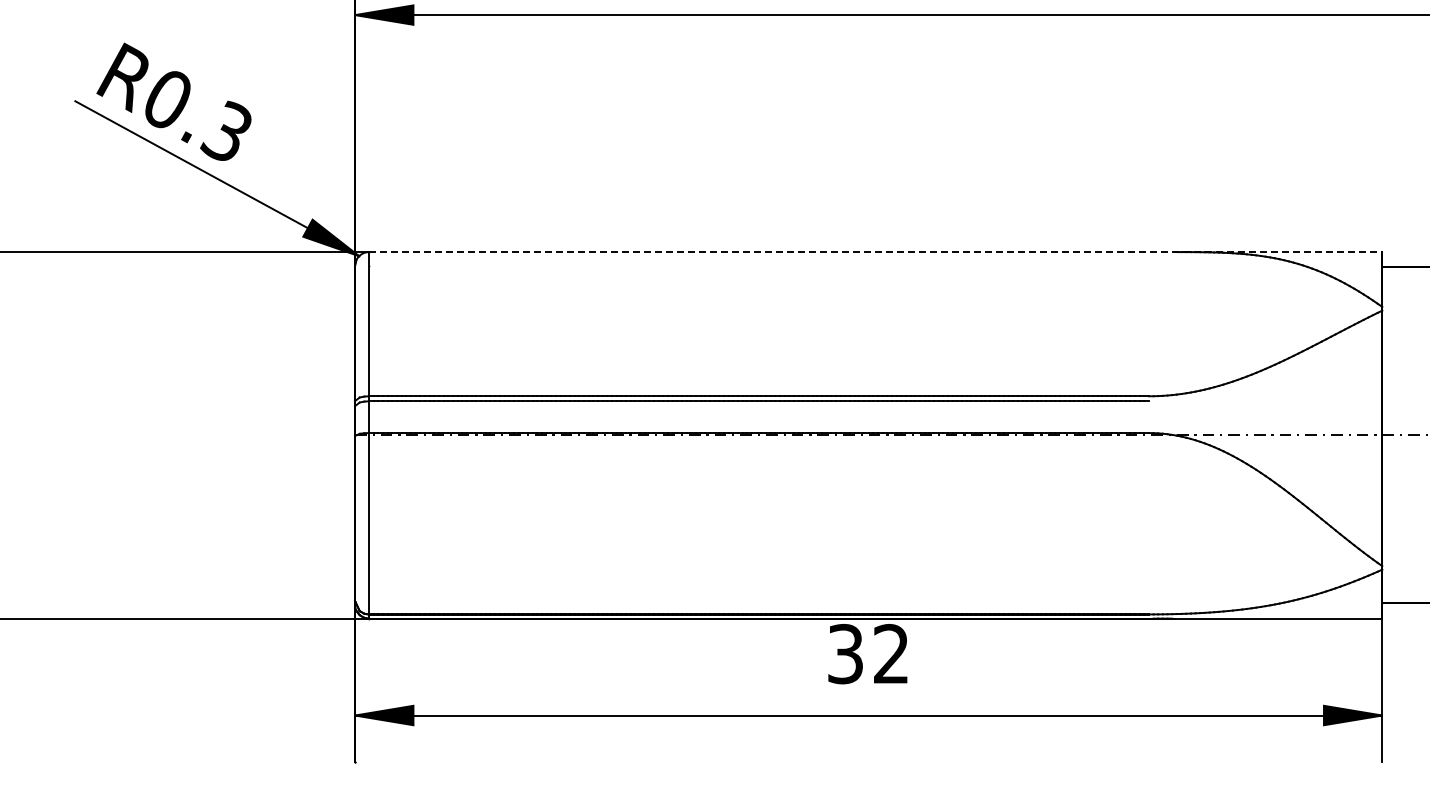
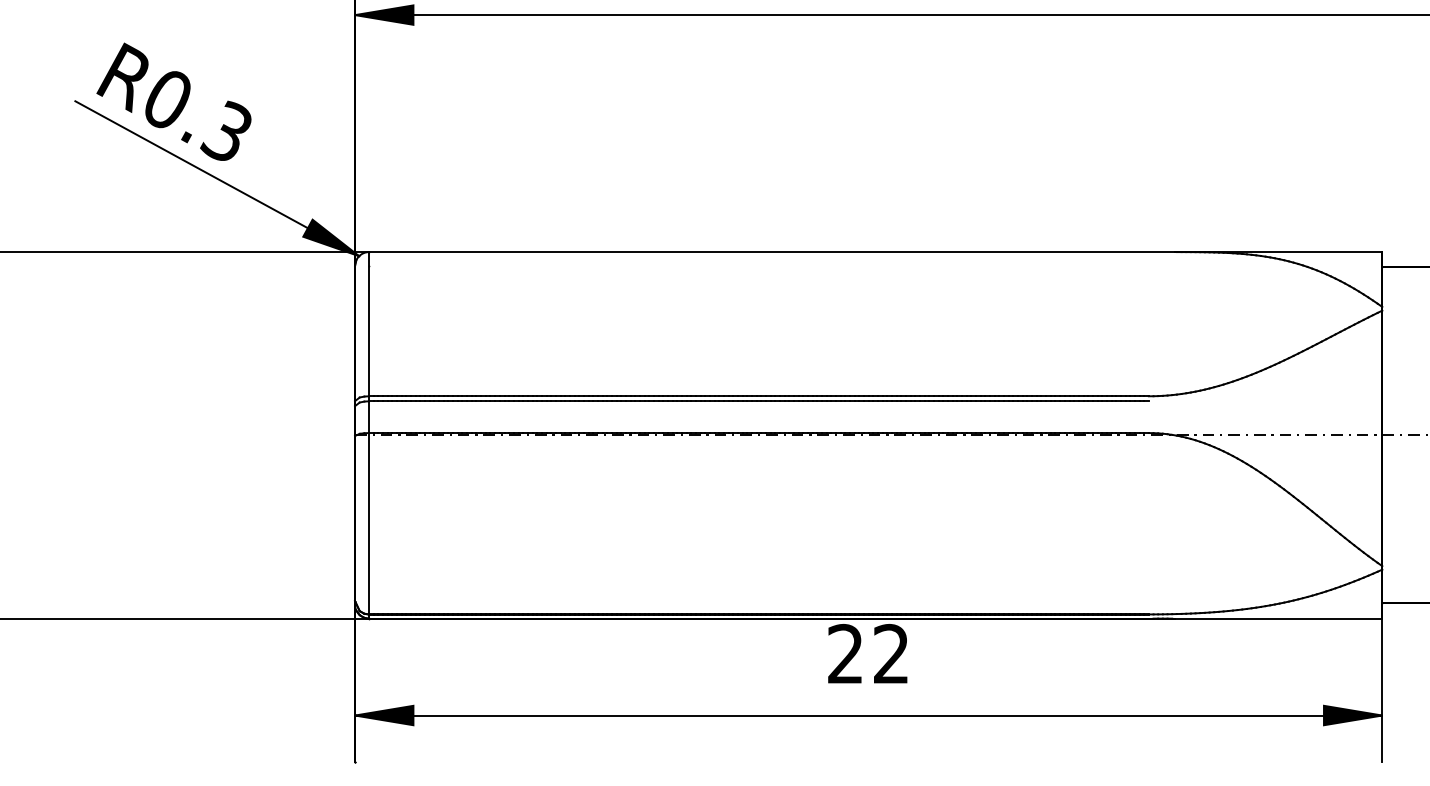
line at (875, 252): dashed -> solid
text at (845, 654): 32 -> 22
